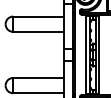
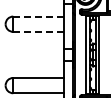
line at (38, 16): solid -> dashed
line at (39, 31): solid -> dashed
